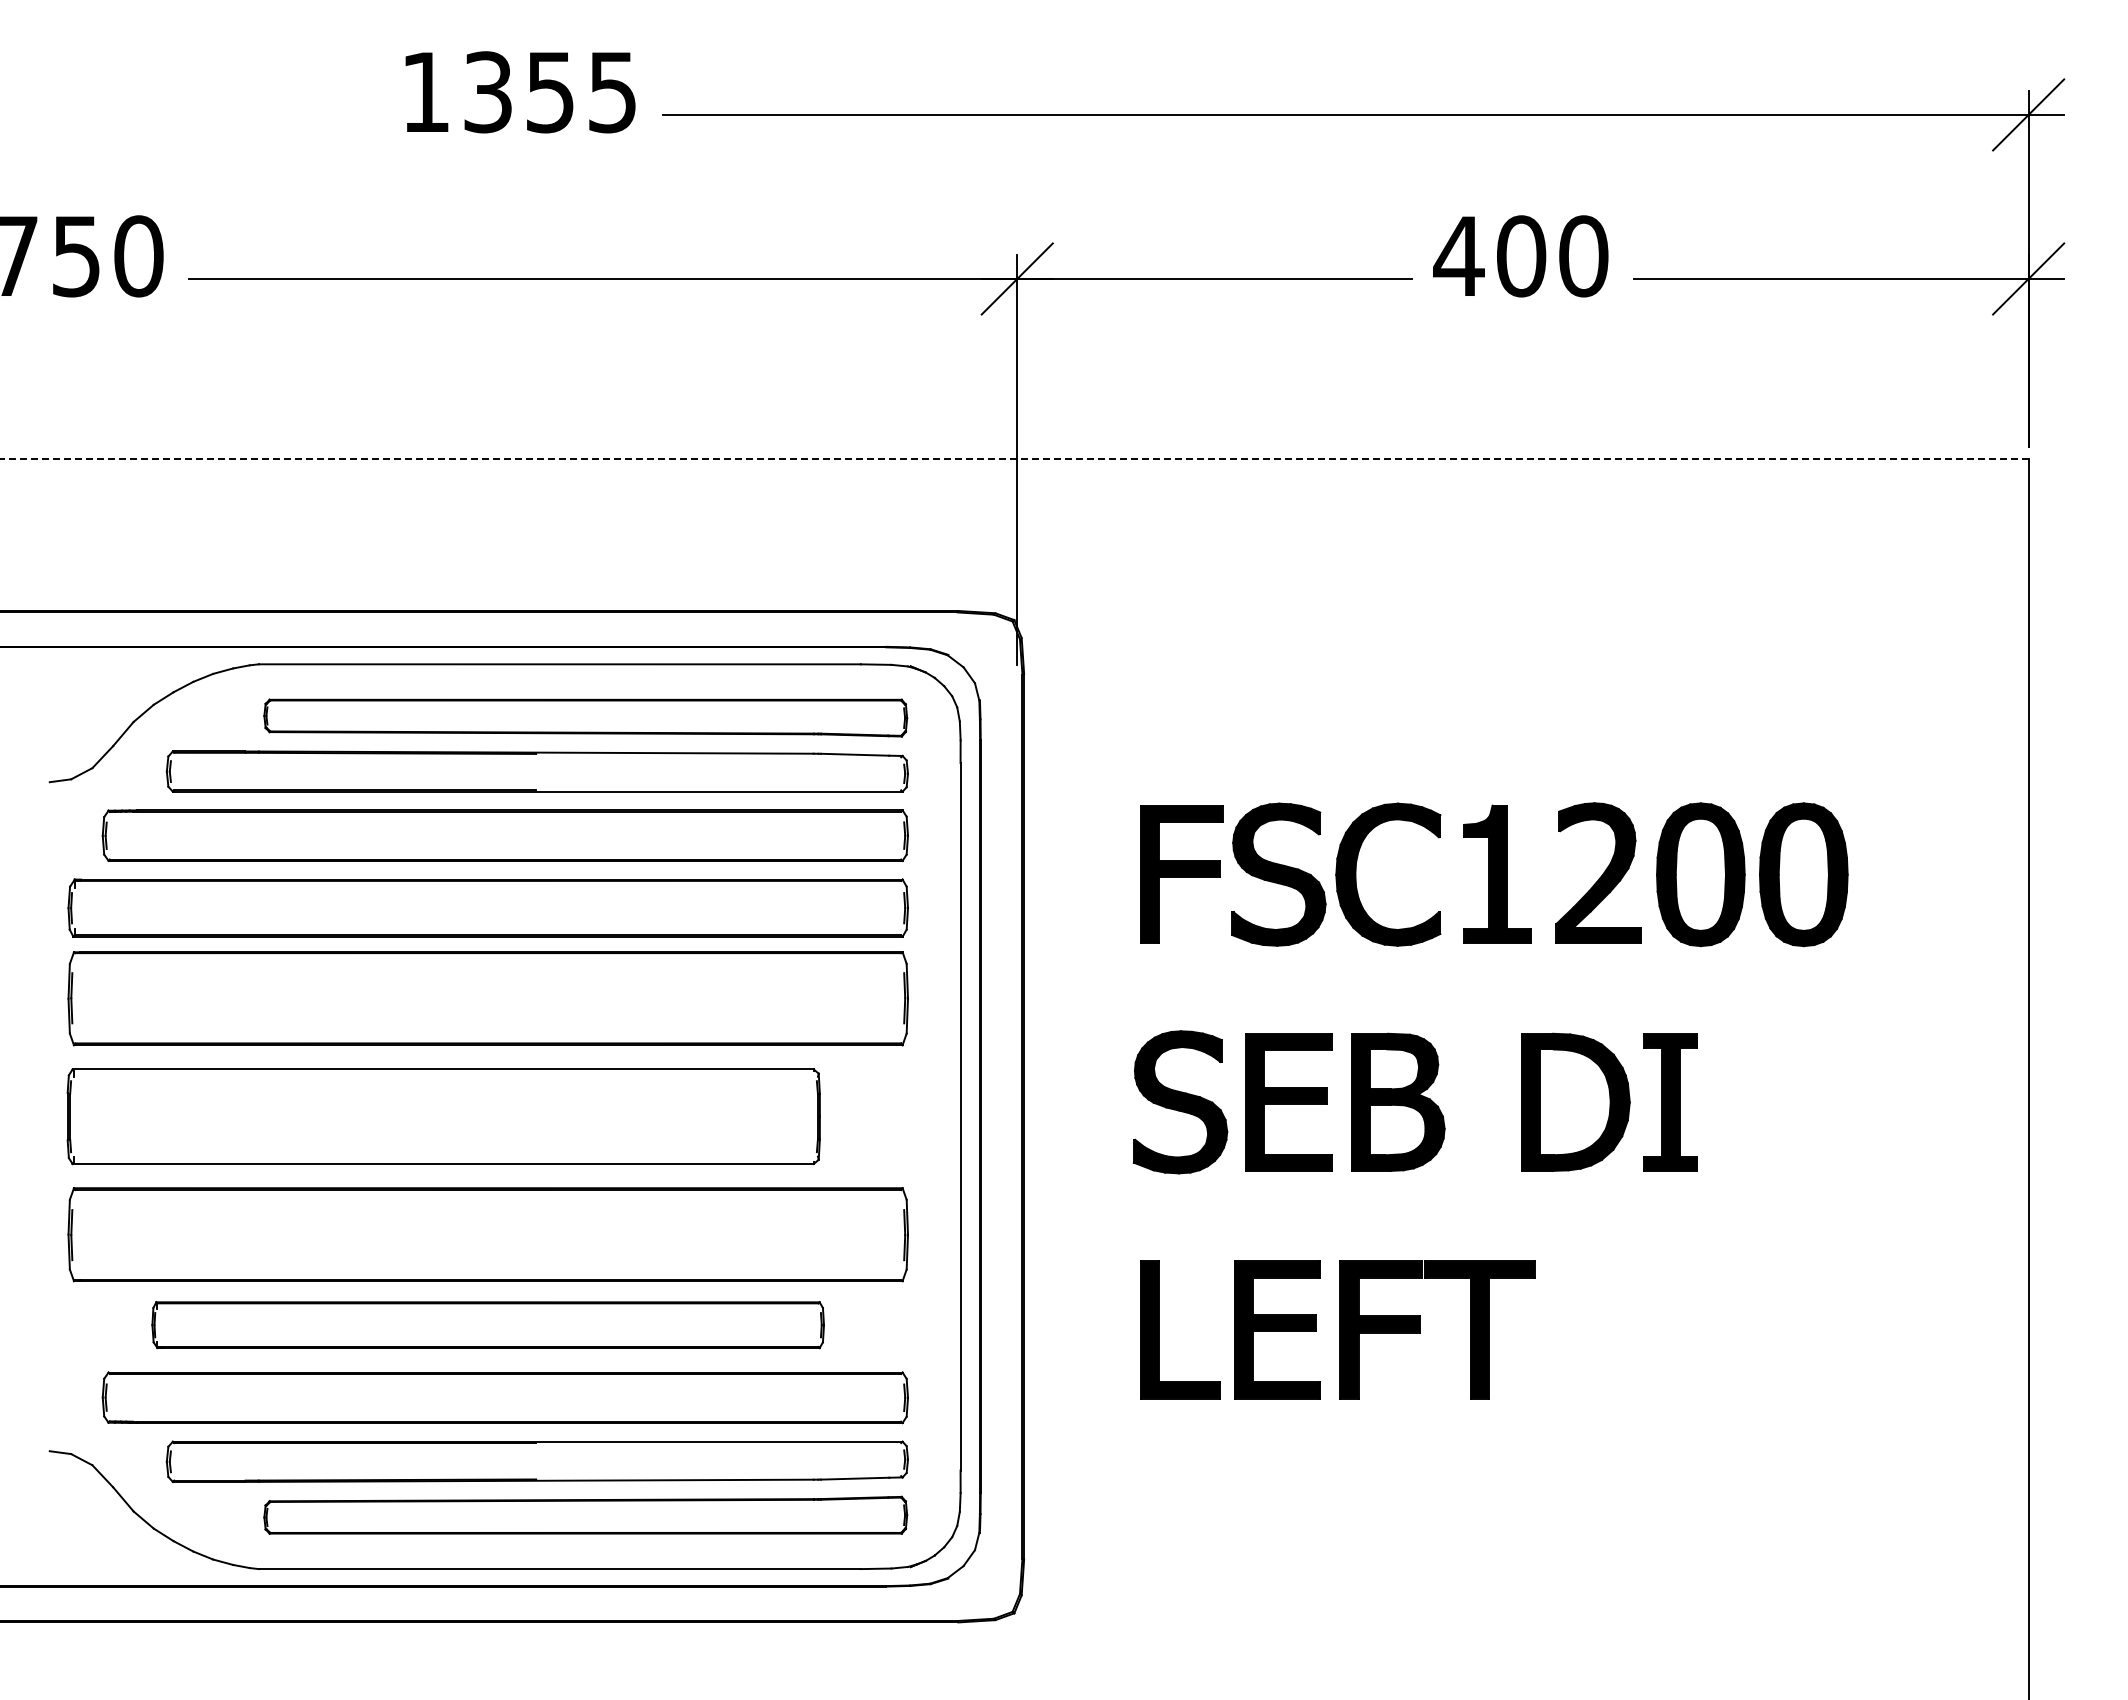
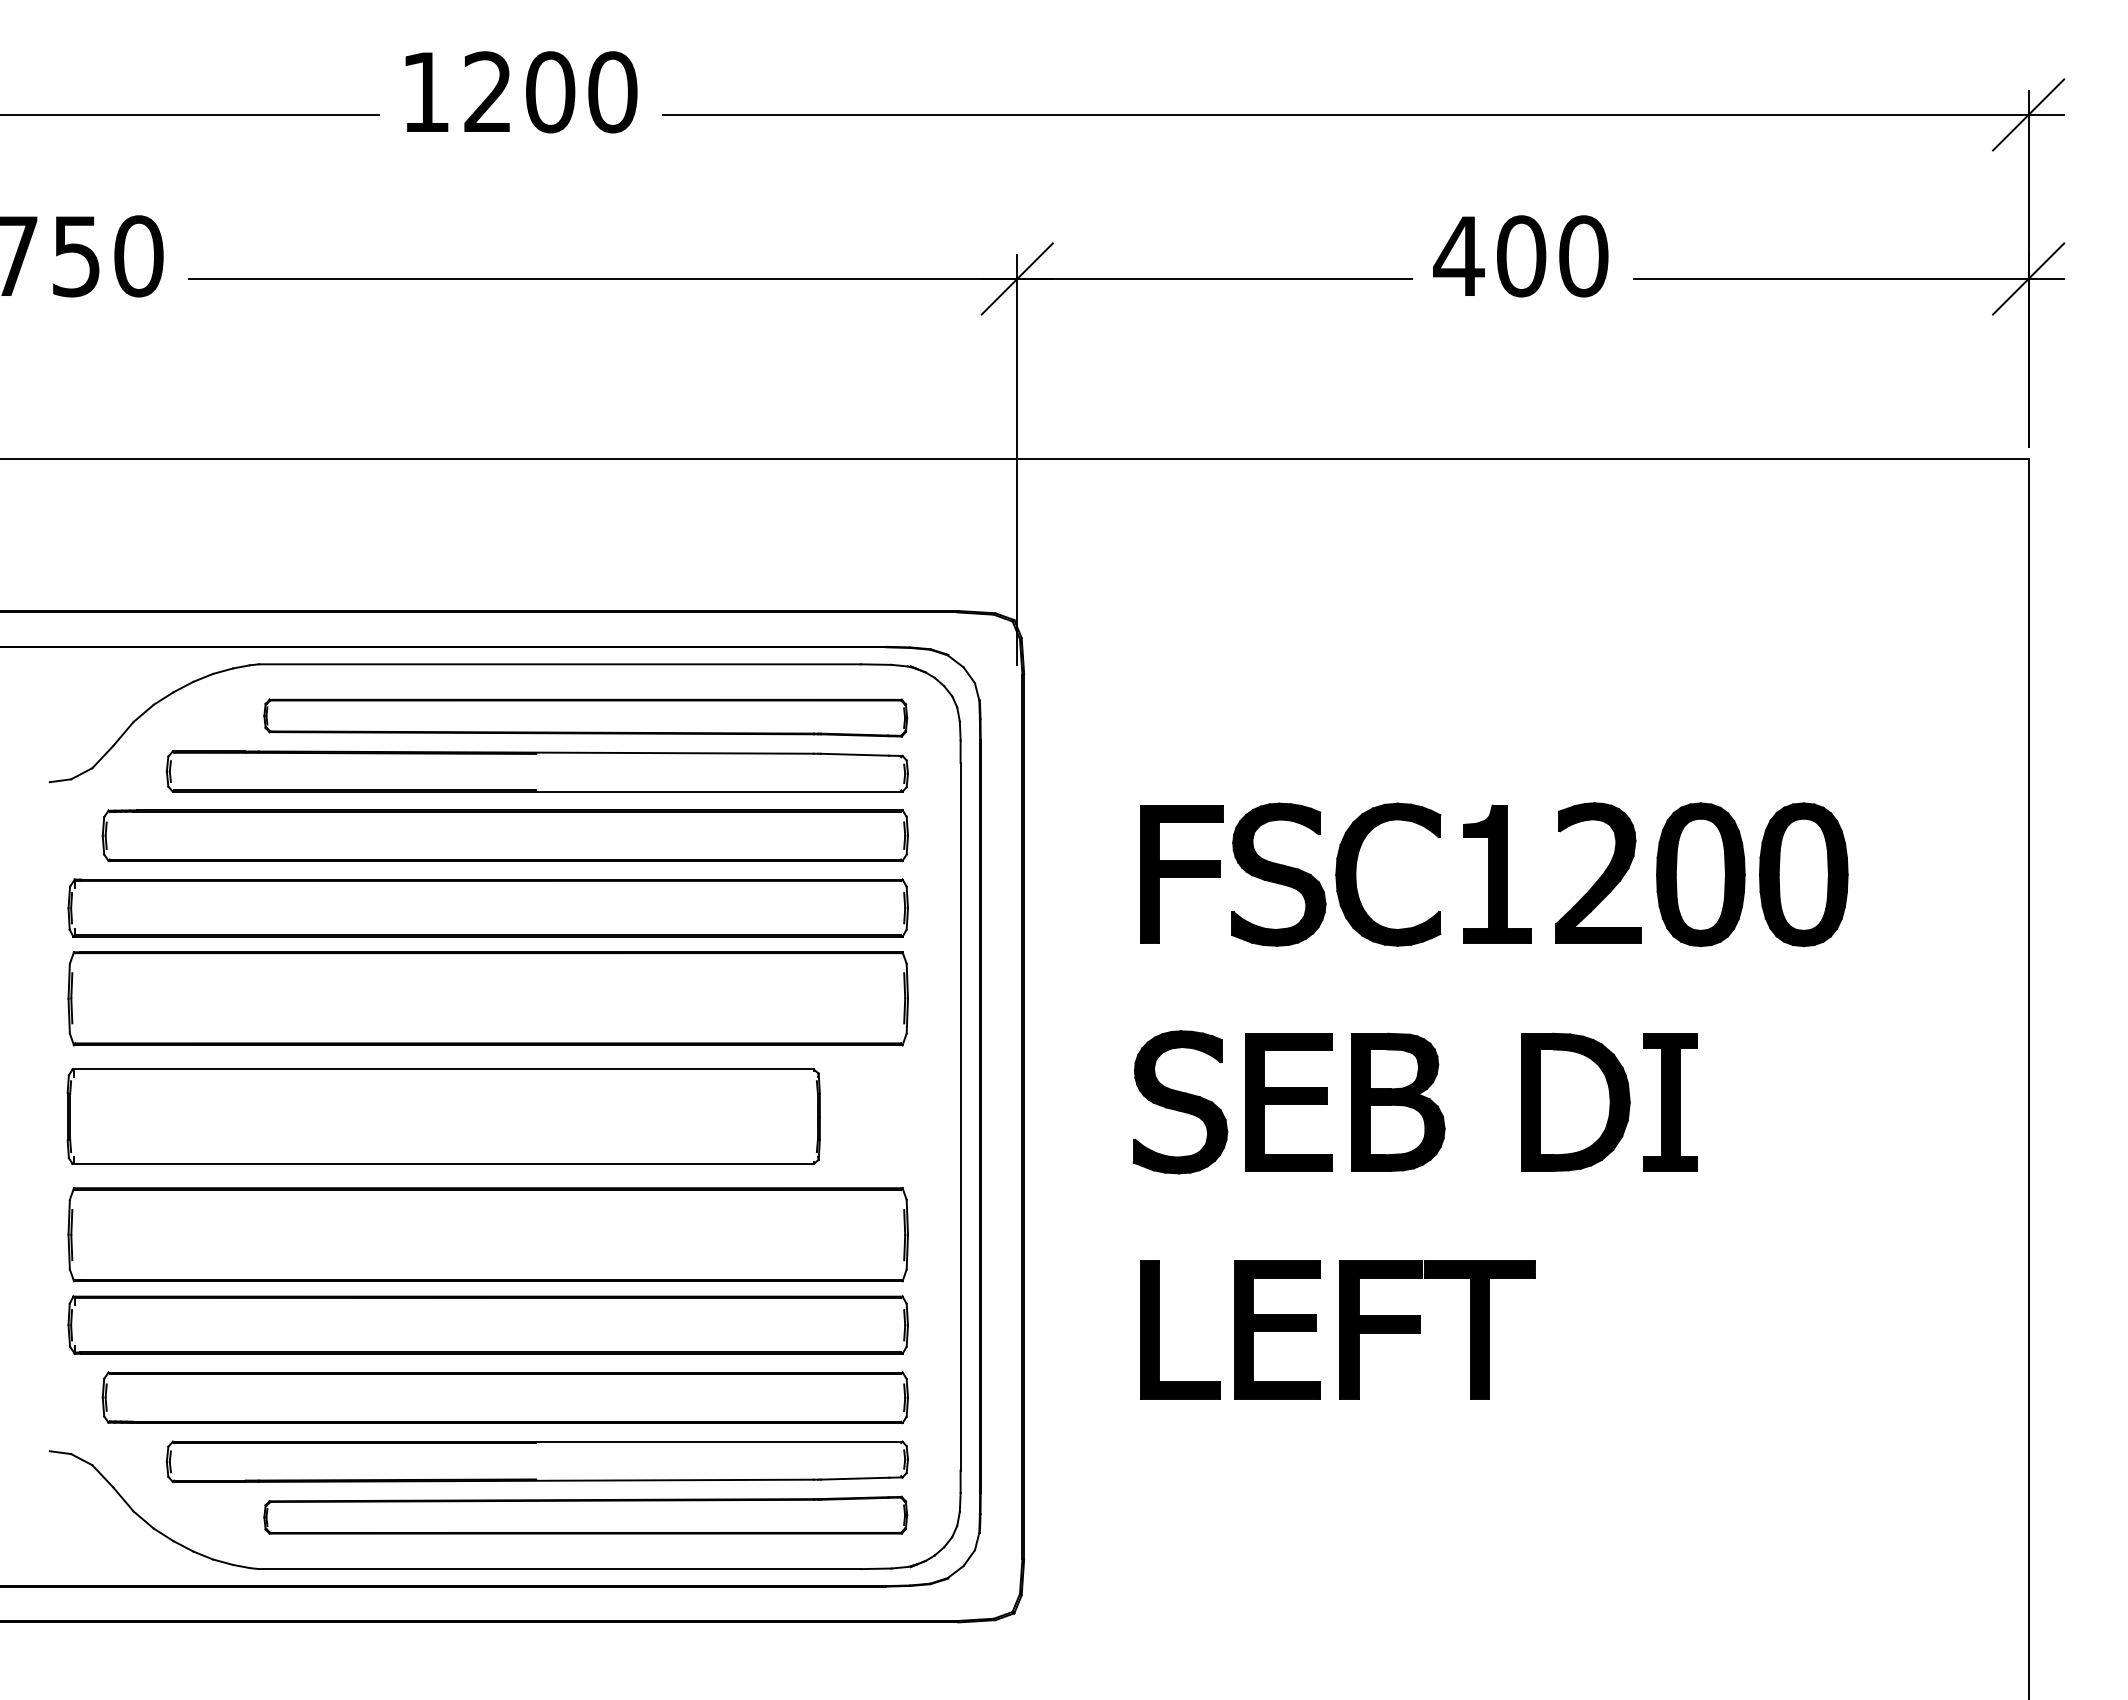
text at (550, 92): 1355 -> 1200
line at (190, 114): none -> present
line at (1014, 459): dashed -> solid
part at (487, 1325) size: 674x49 px -> 842x60 px
